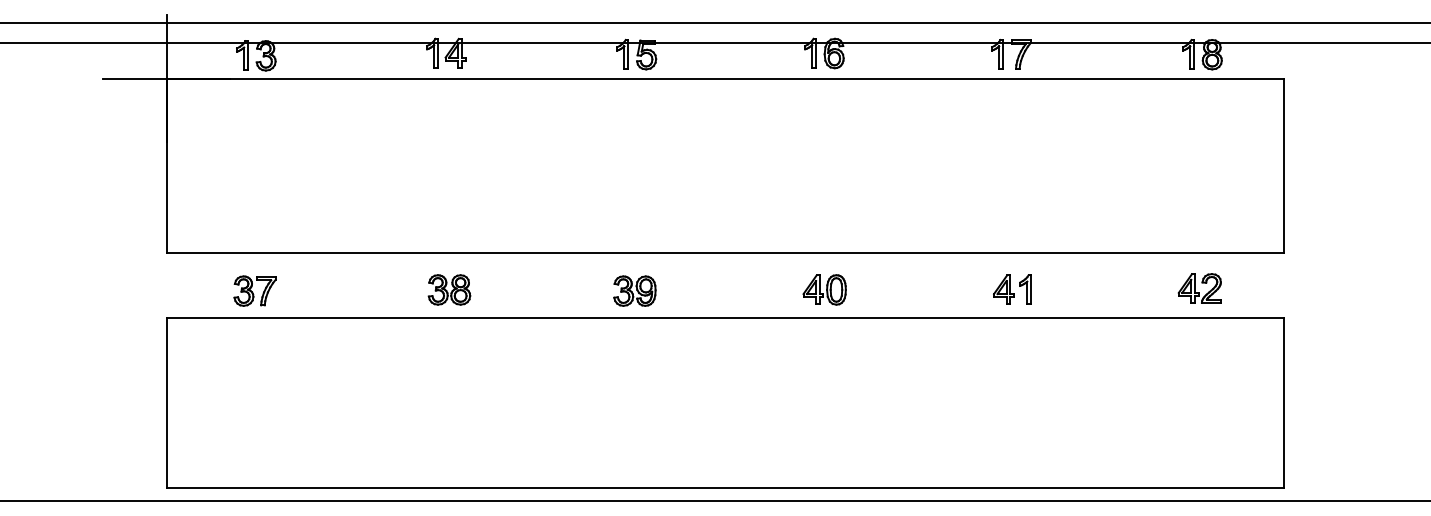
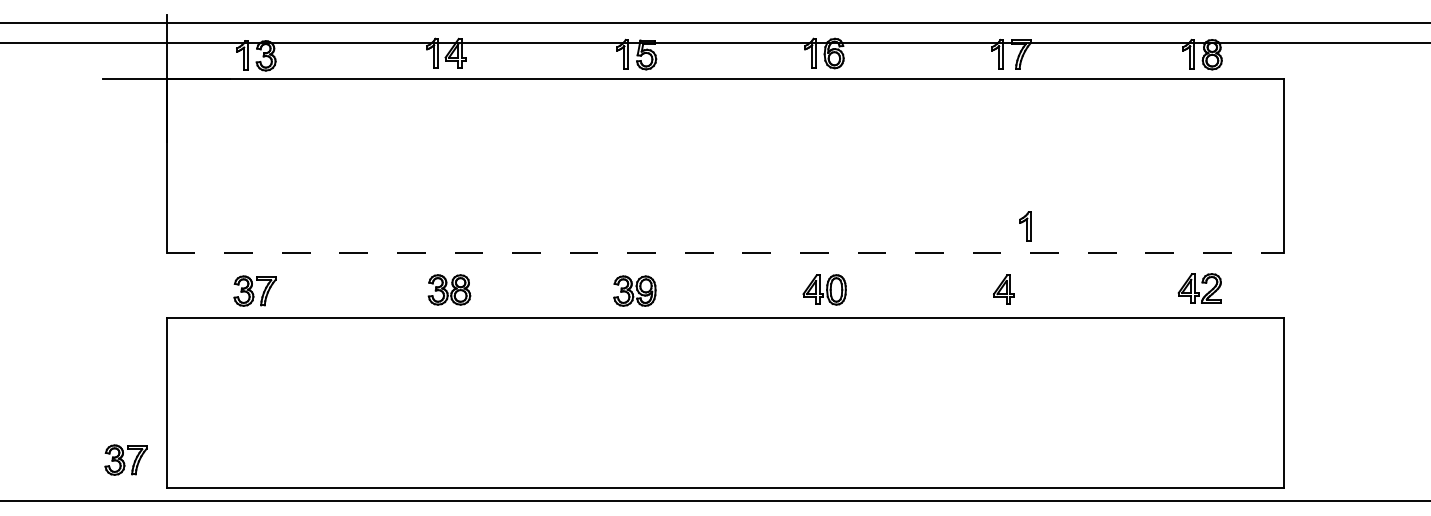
line at (725, 252): solid -> dashed
part at (1025, 289) position: (1025, 289) -> (1025, 226)
part at (125, 459): none -> present
